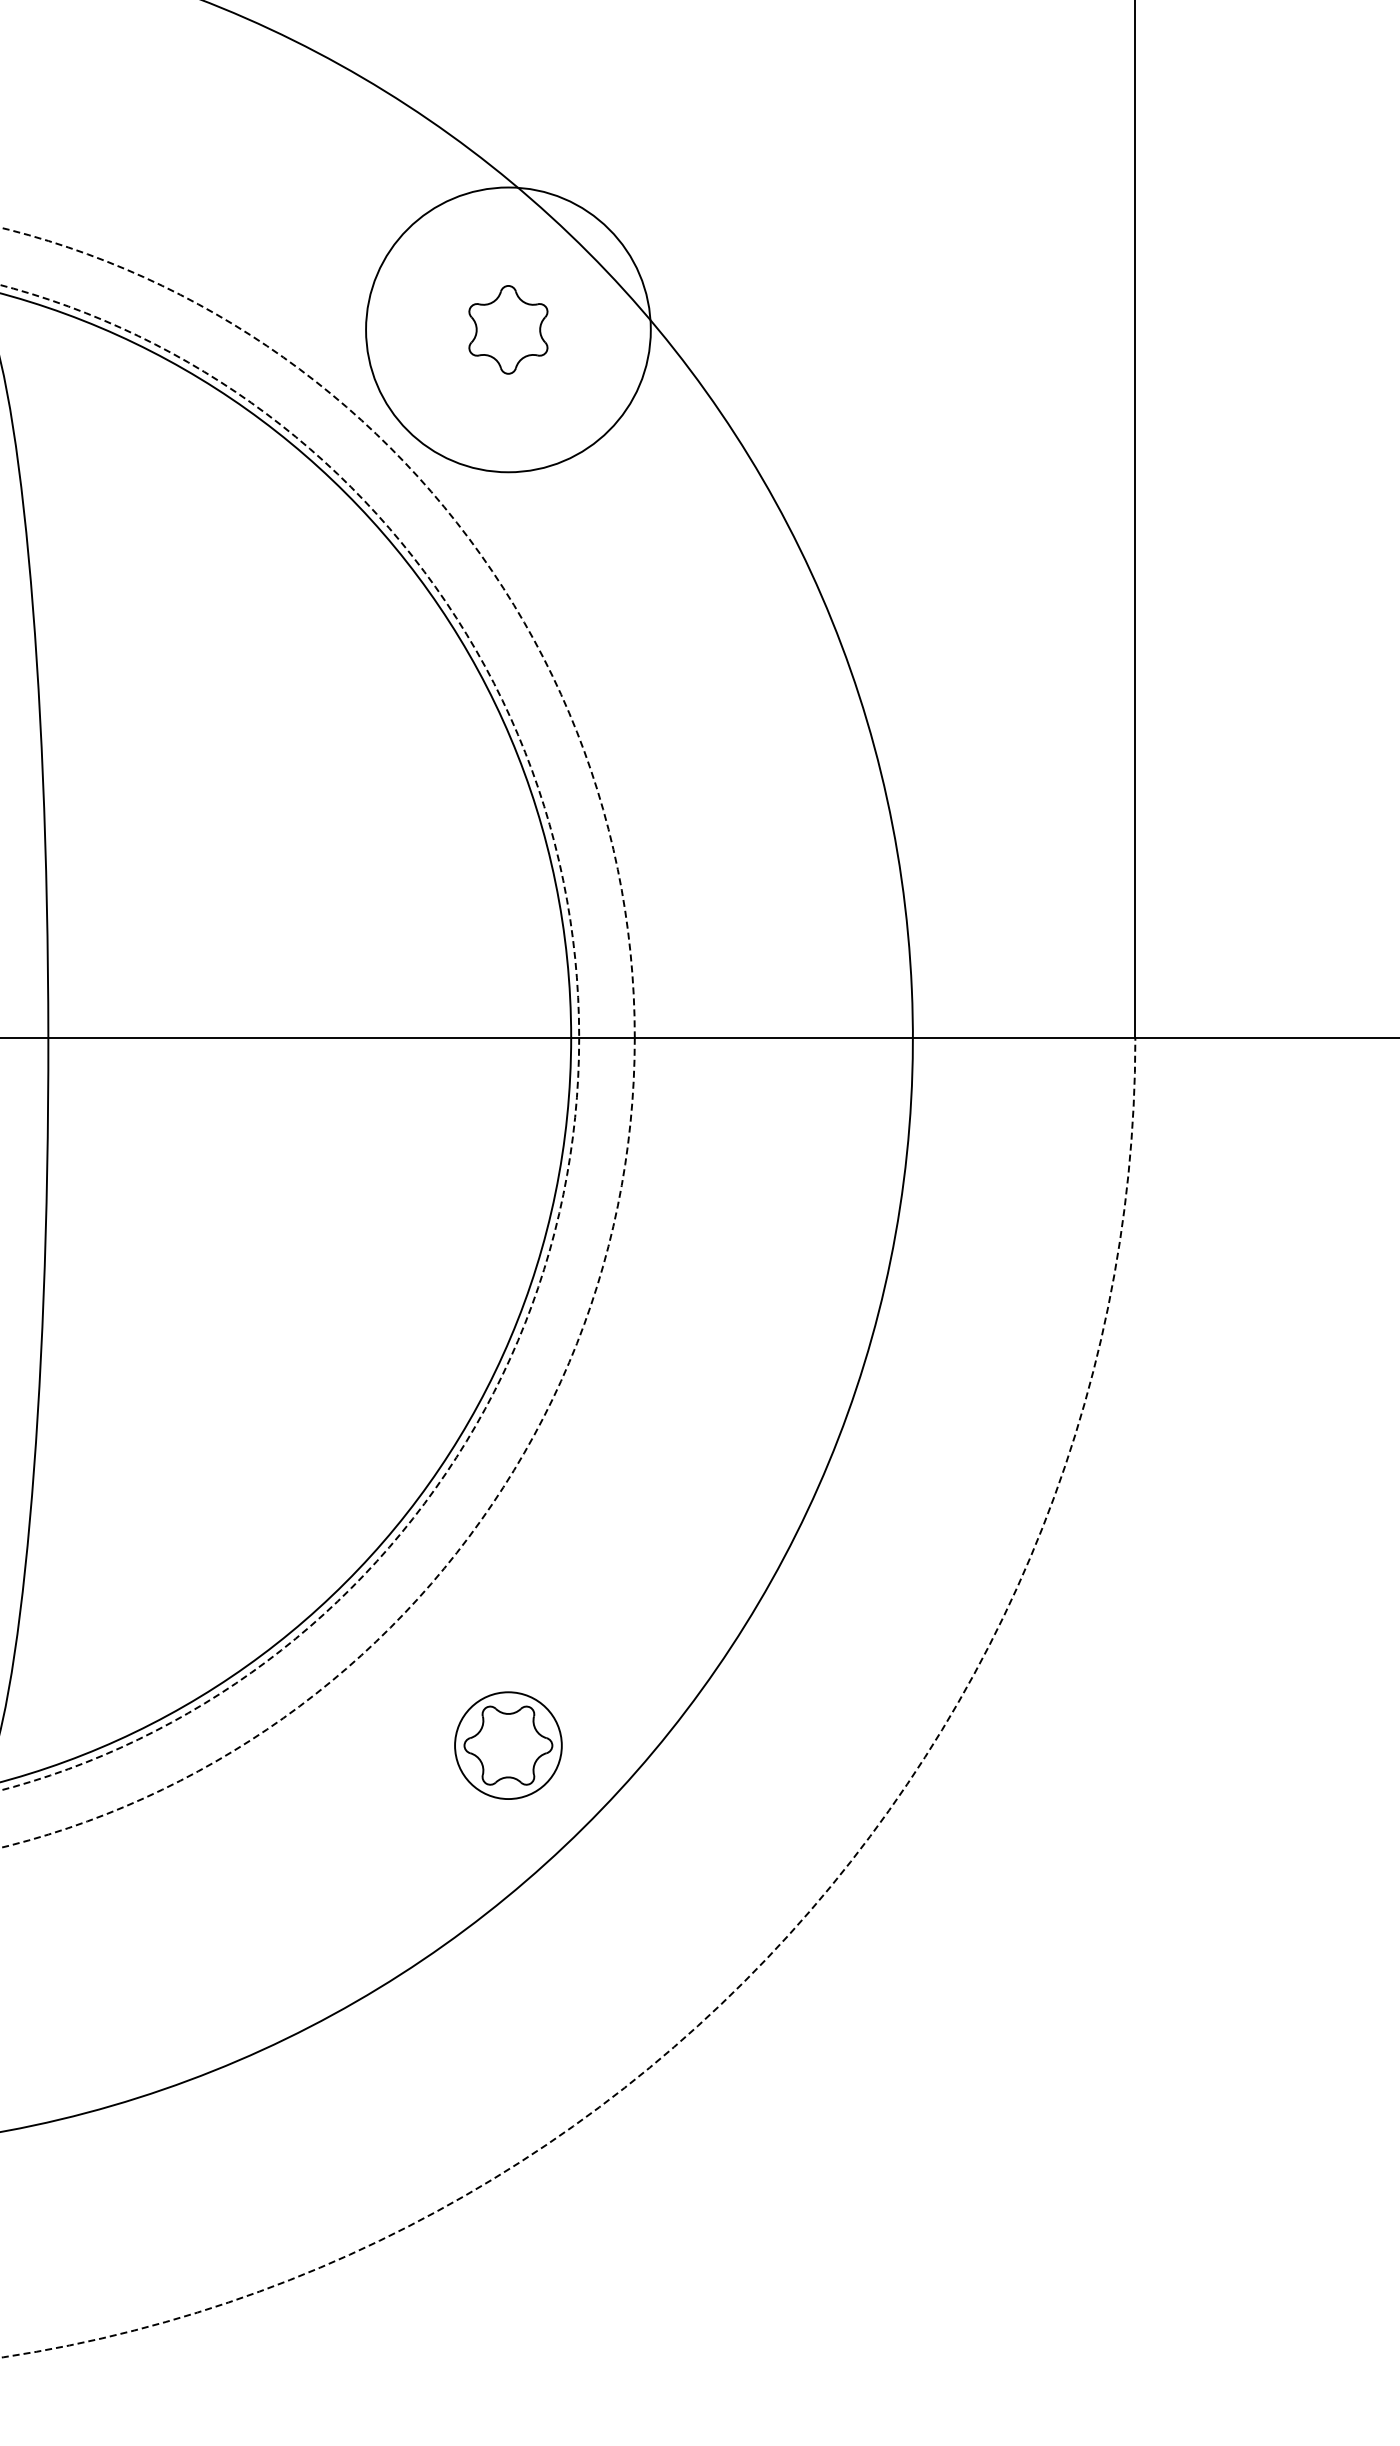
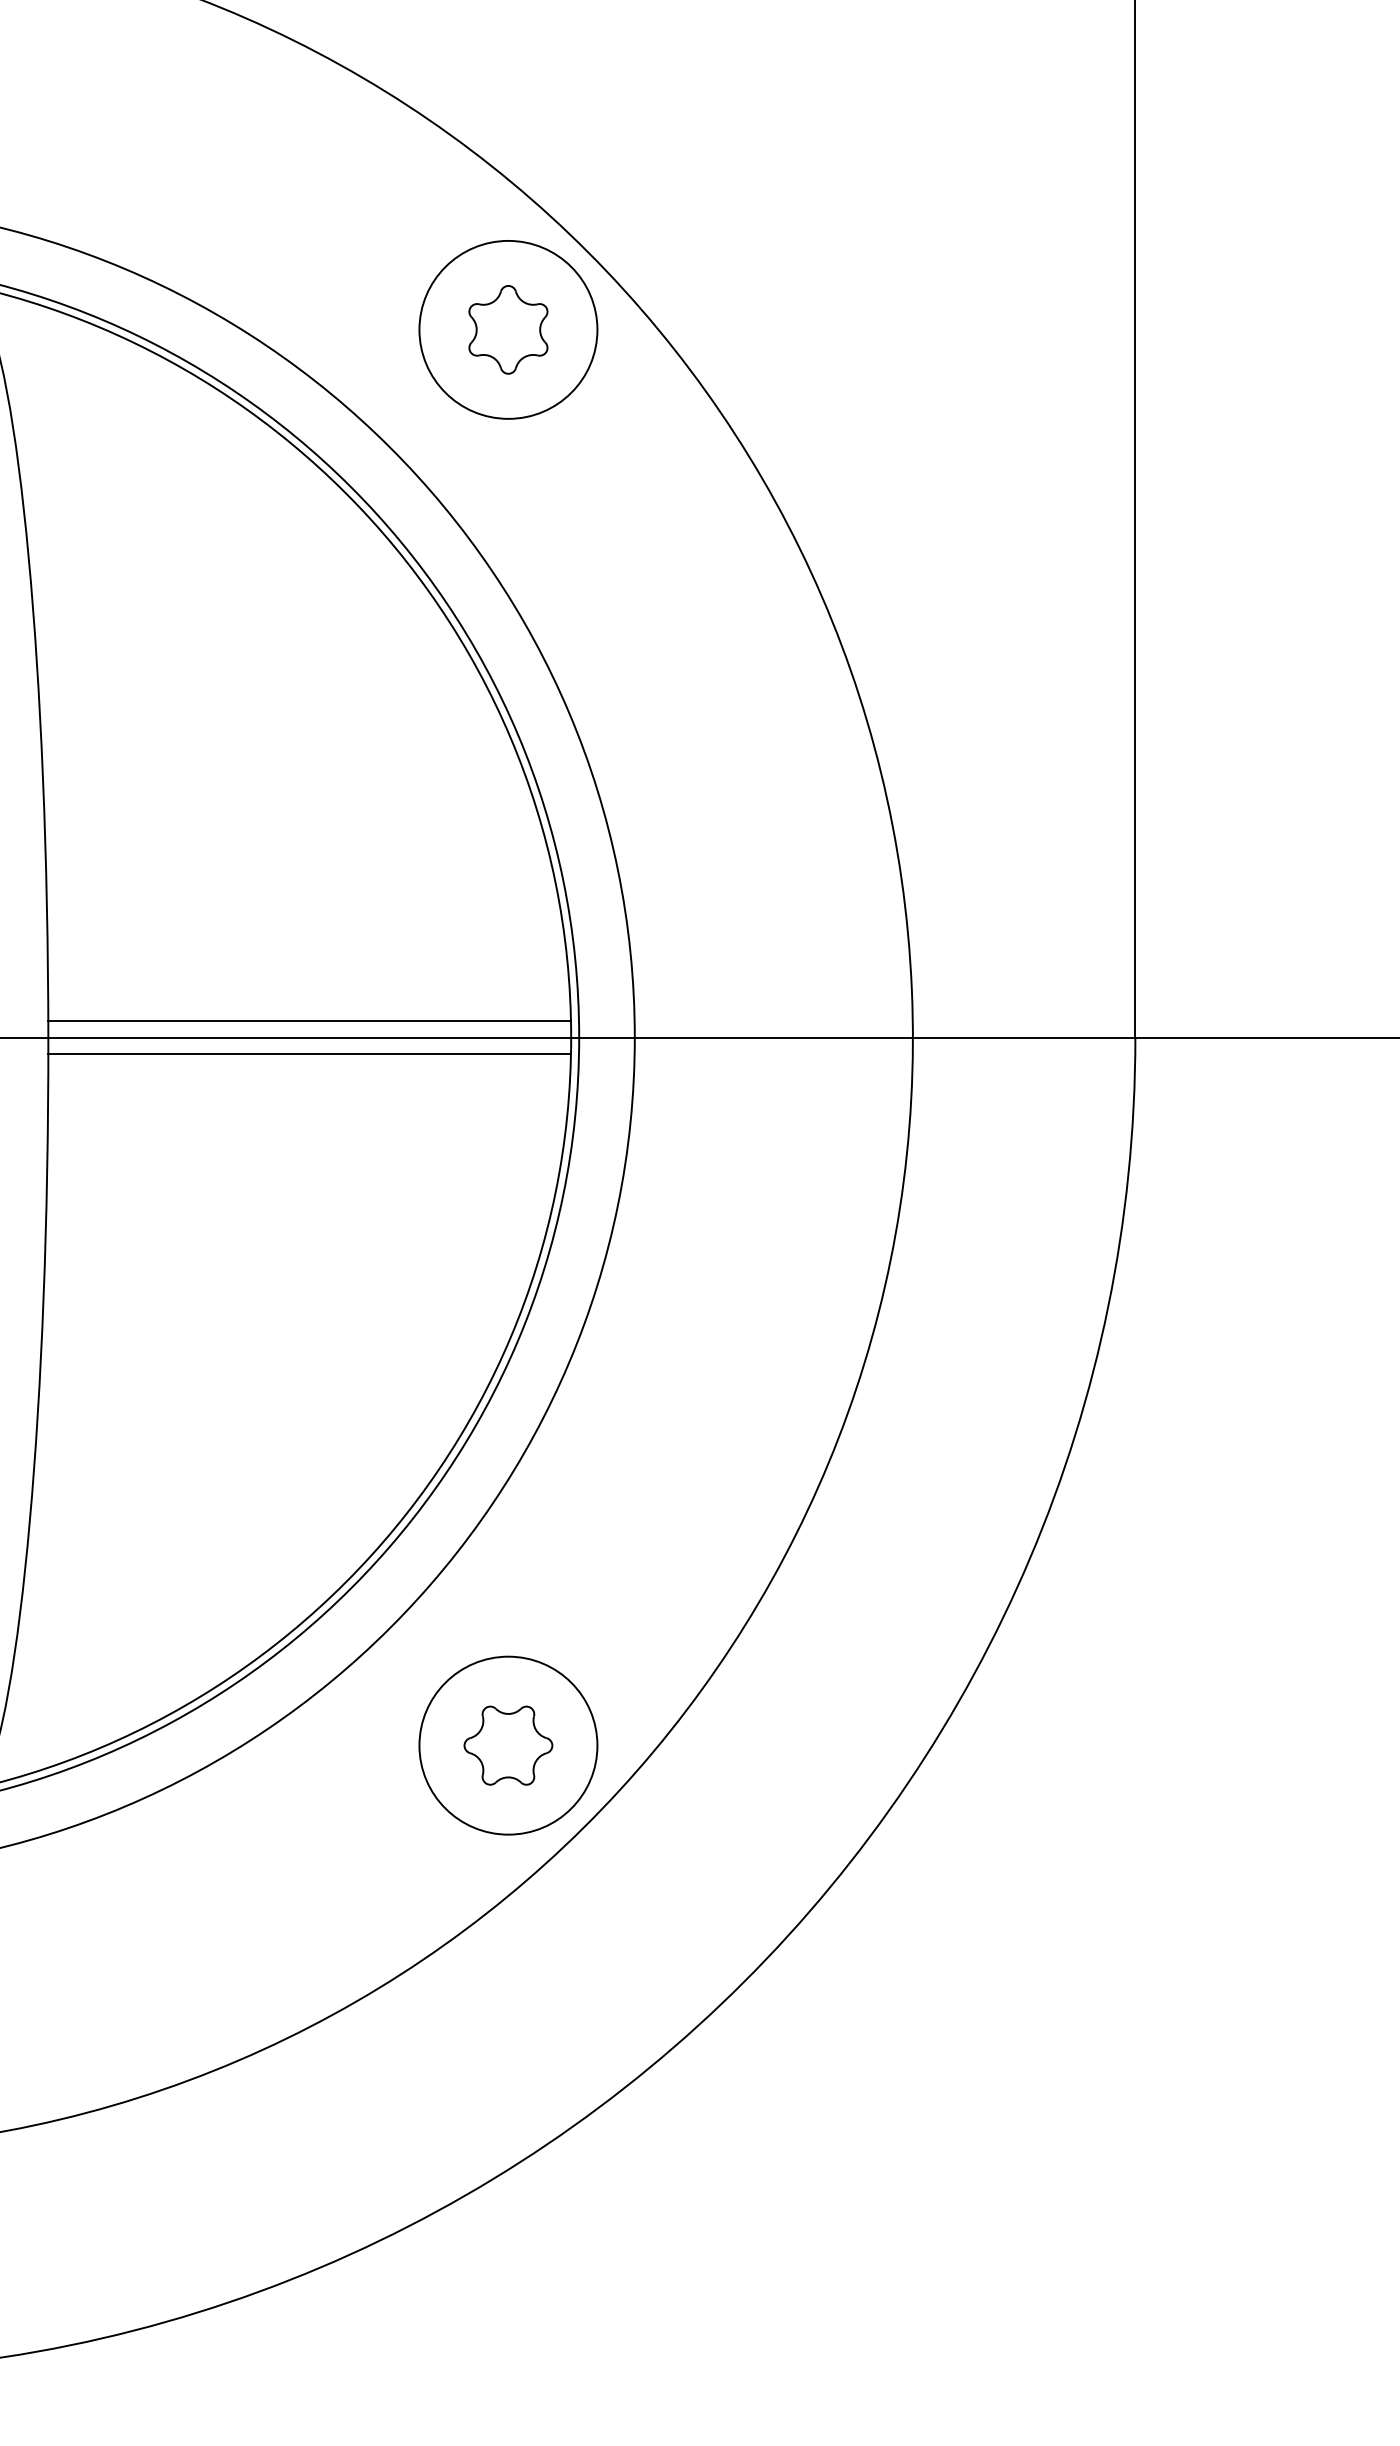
circle at (508, 329) diameter: 285 px -> 178 px
line at (309, 1021): none -> present
circle at (289, 1037): dashed -> solid
circle at (317, 1037): dashed -> solid
line at (309, 1054): none -> present
circle at (508, 1745) diameter: 107 px -> 178 px
arc at (811, 1909): dashed -> solid
